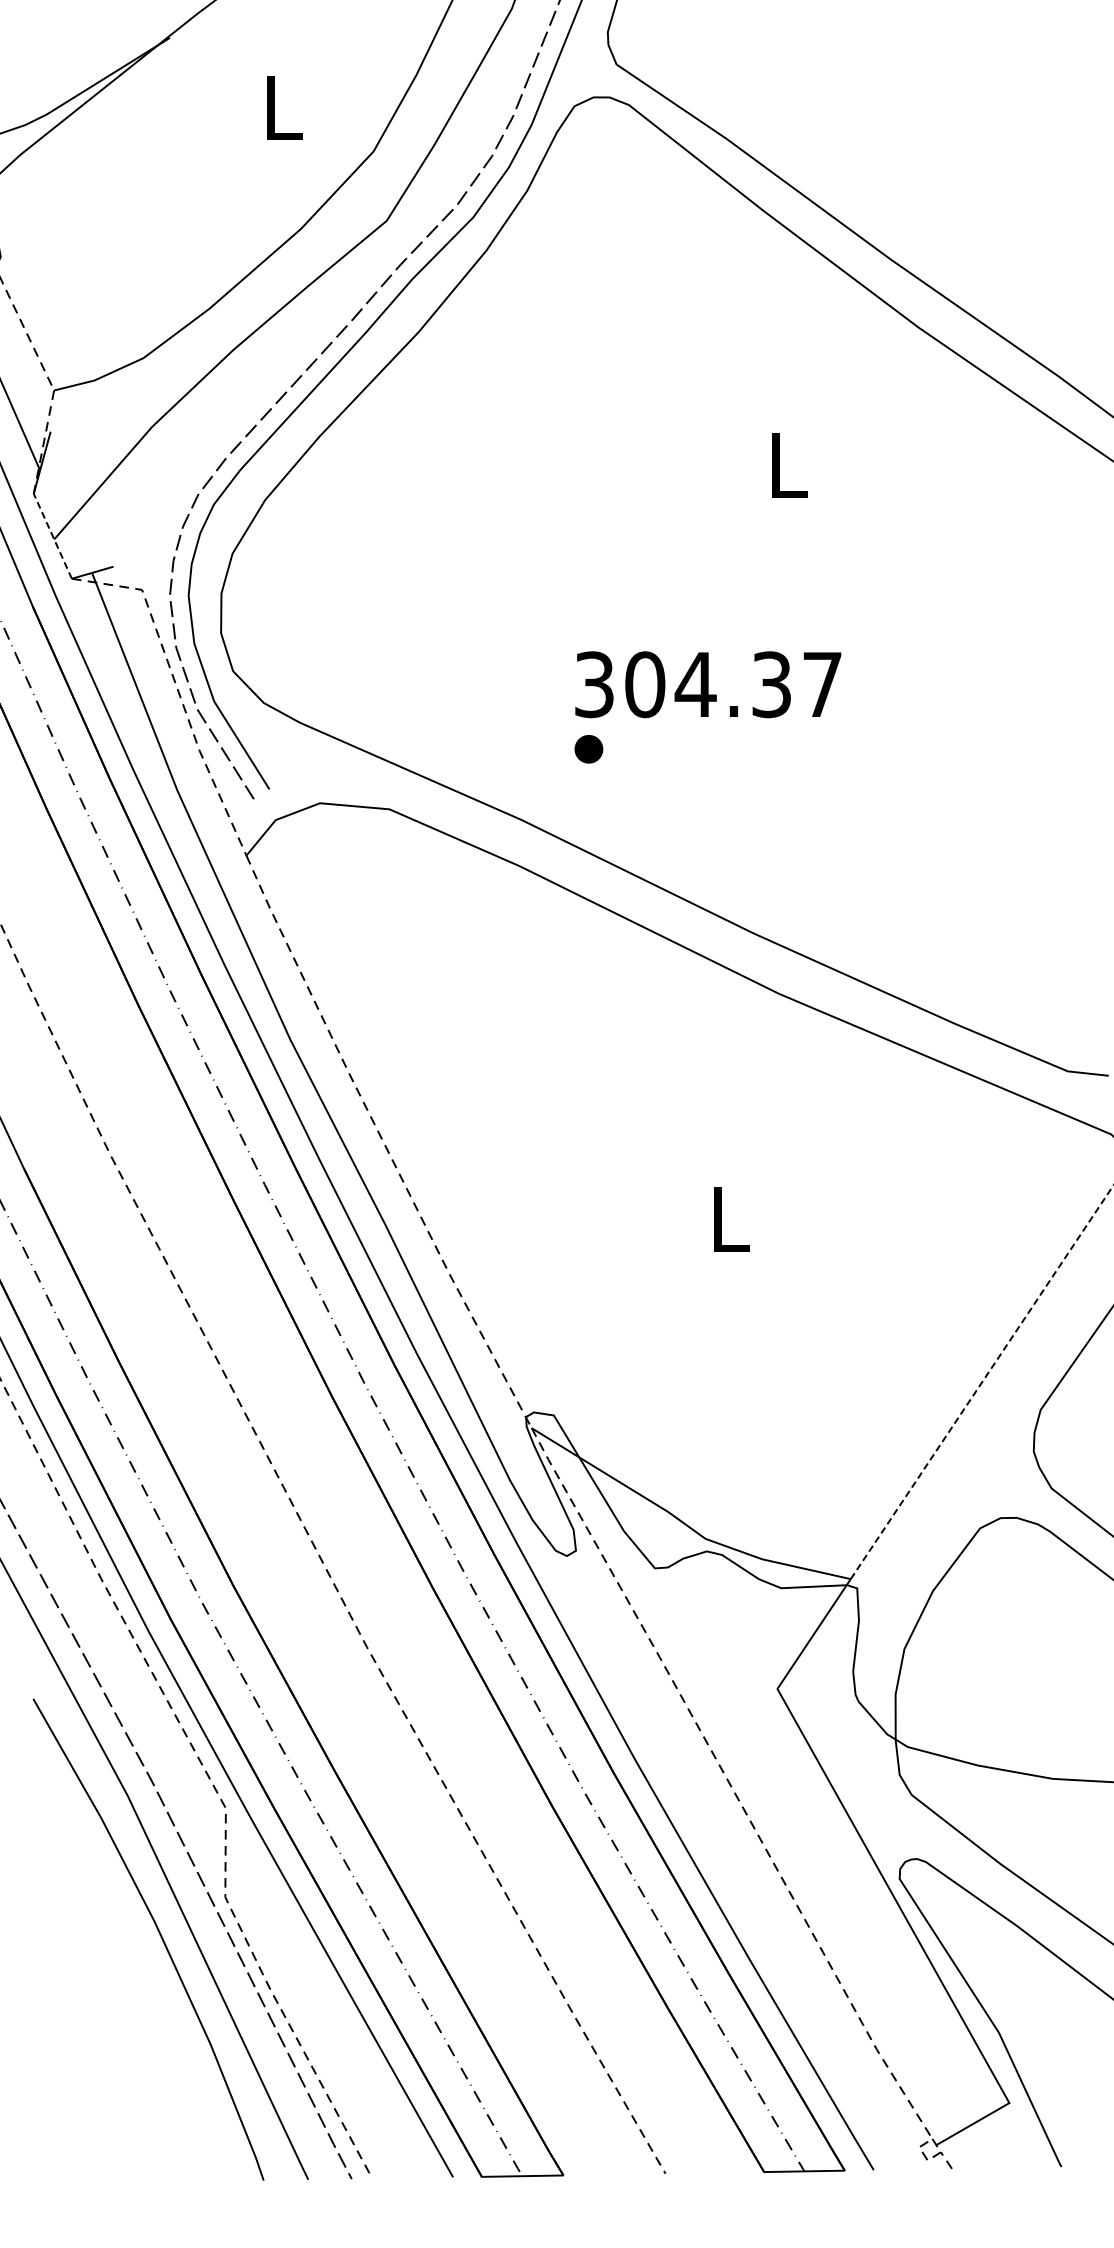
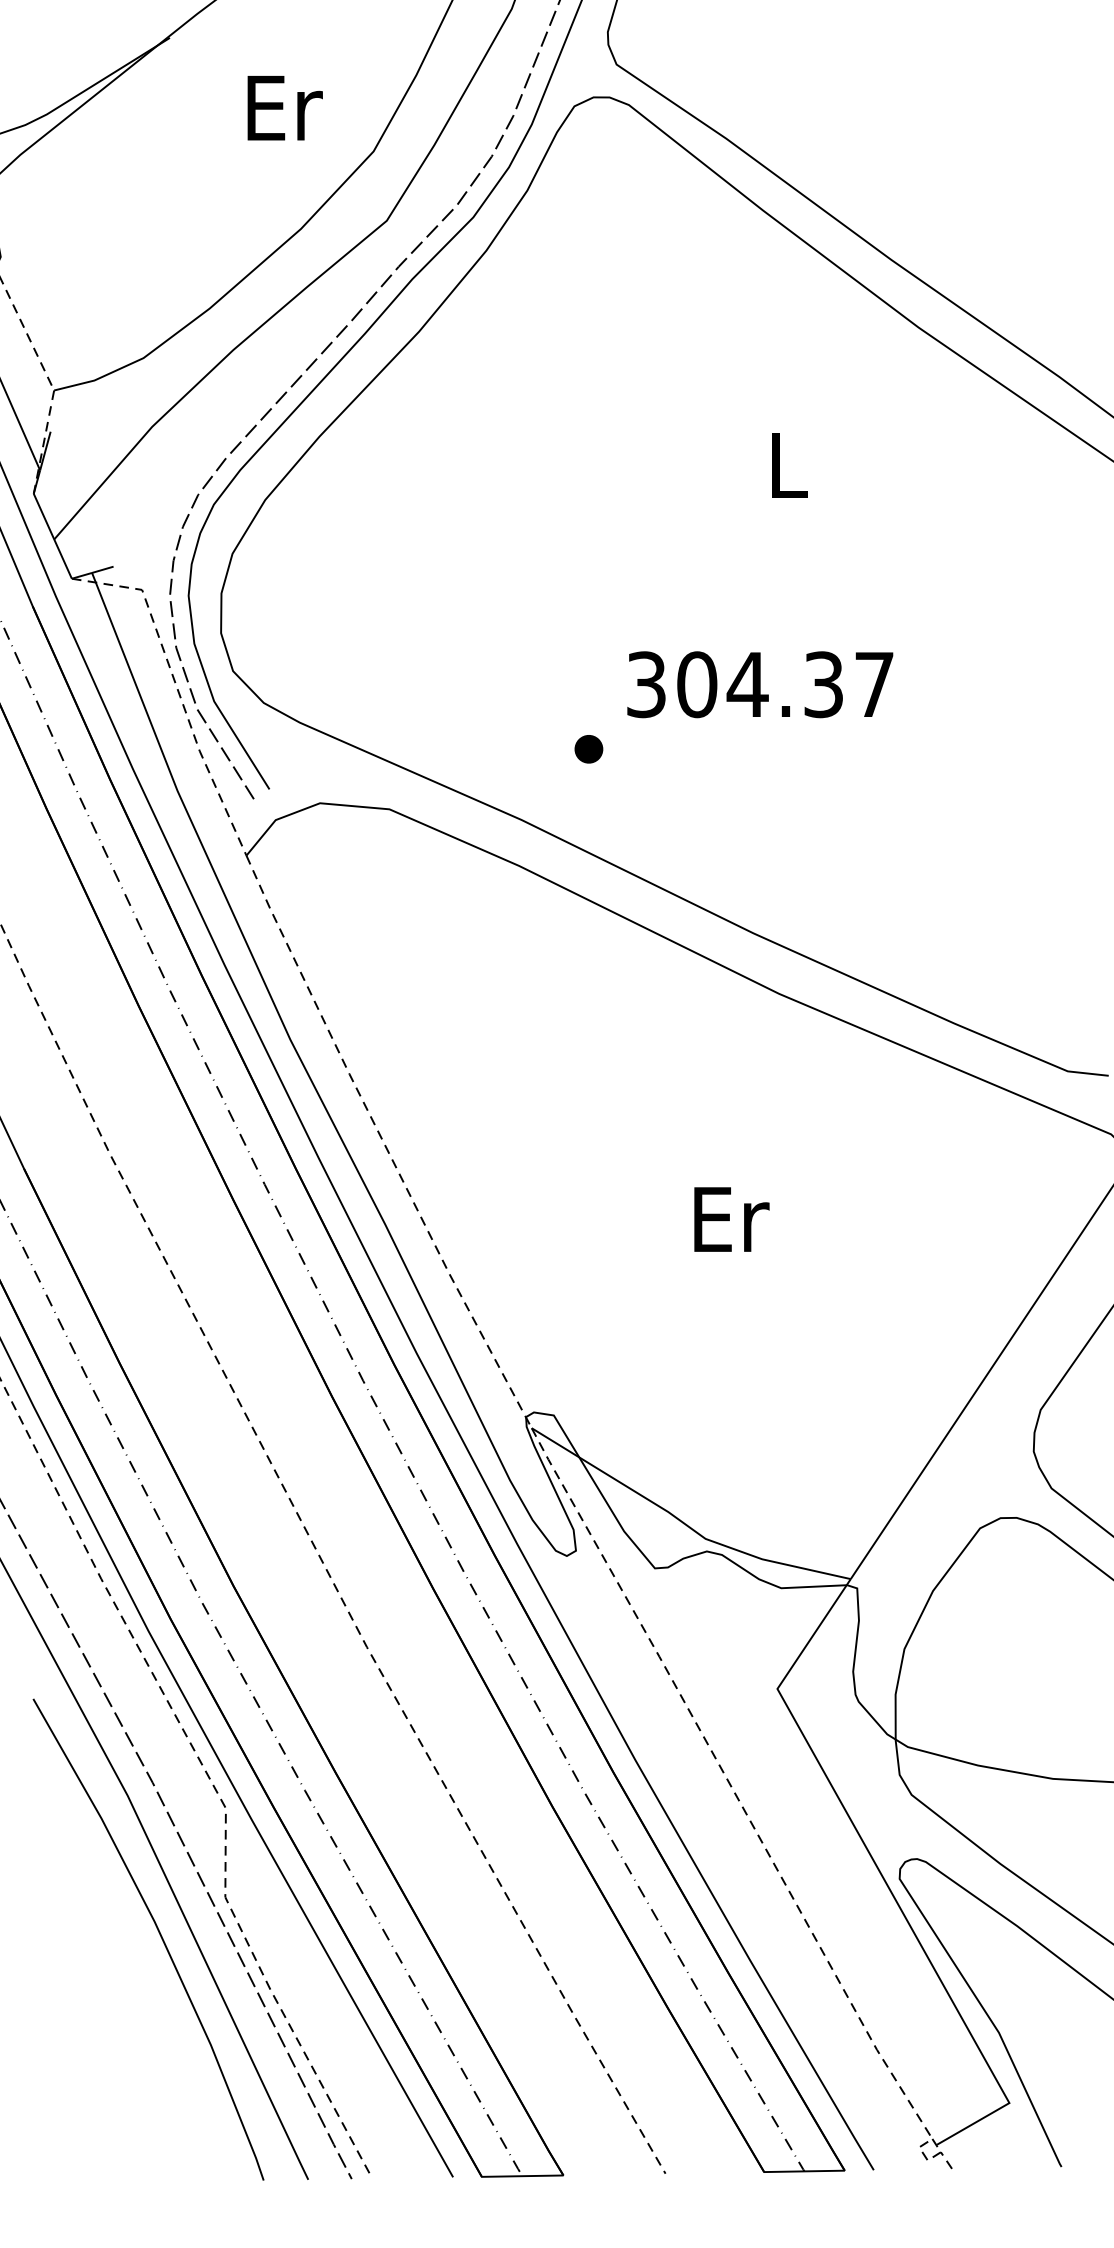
text at (284, 107): L -> Er
line at (52, 536): dashed -> solid
text at (708, 684) position: (708, 684) -> (760, 684)
text at (731, 1219): L -> Er
line at (982, 1381): dashed -> solid
